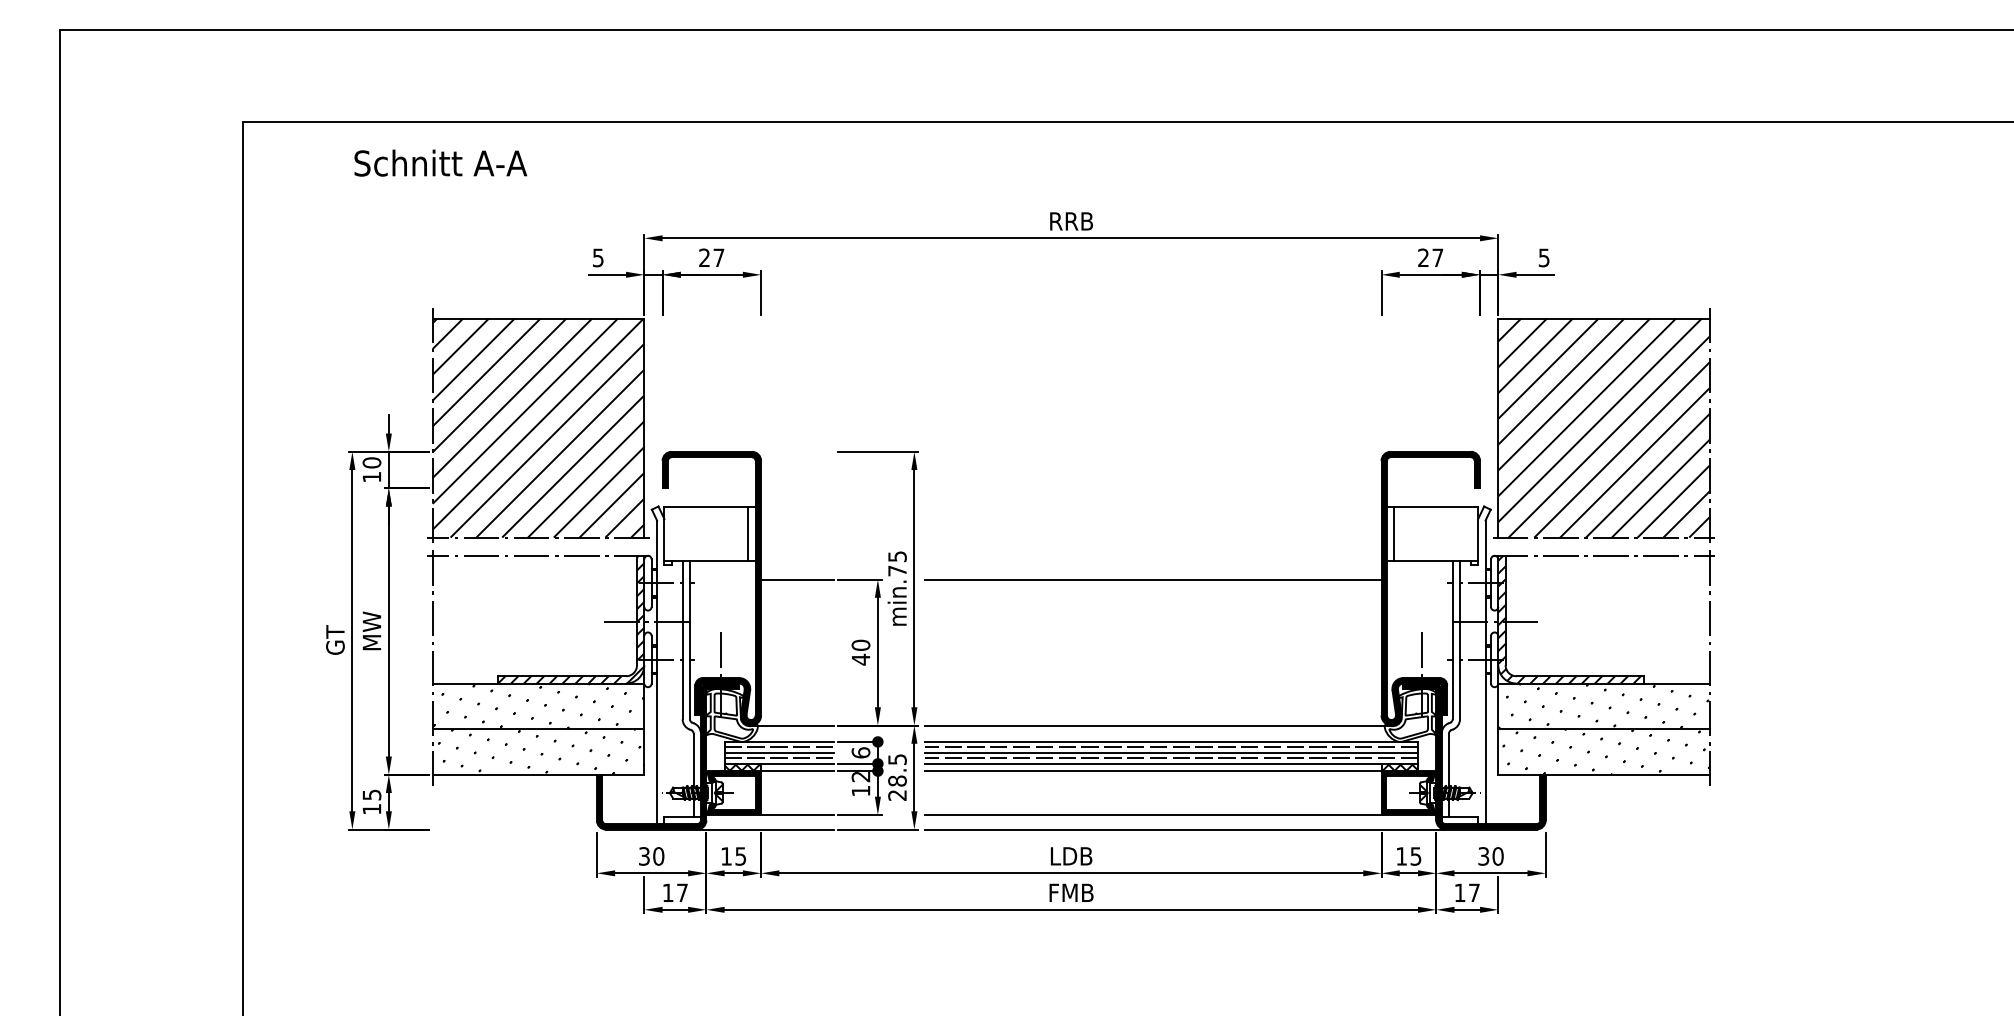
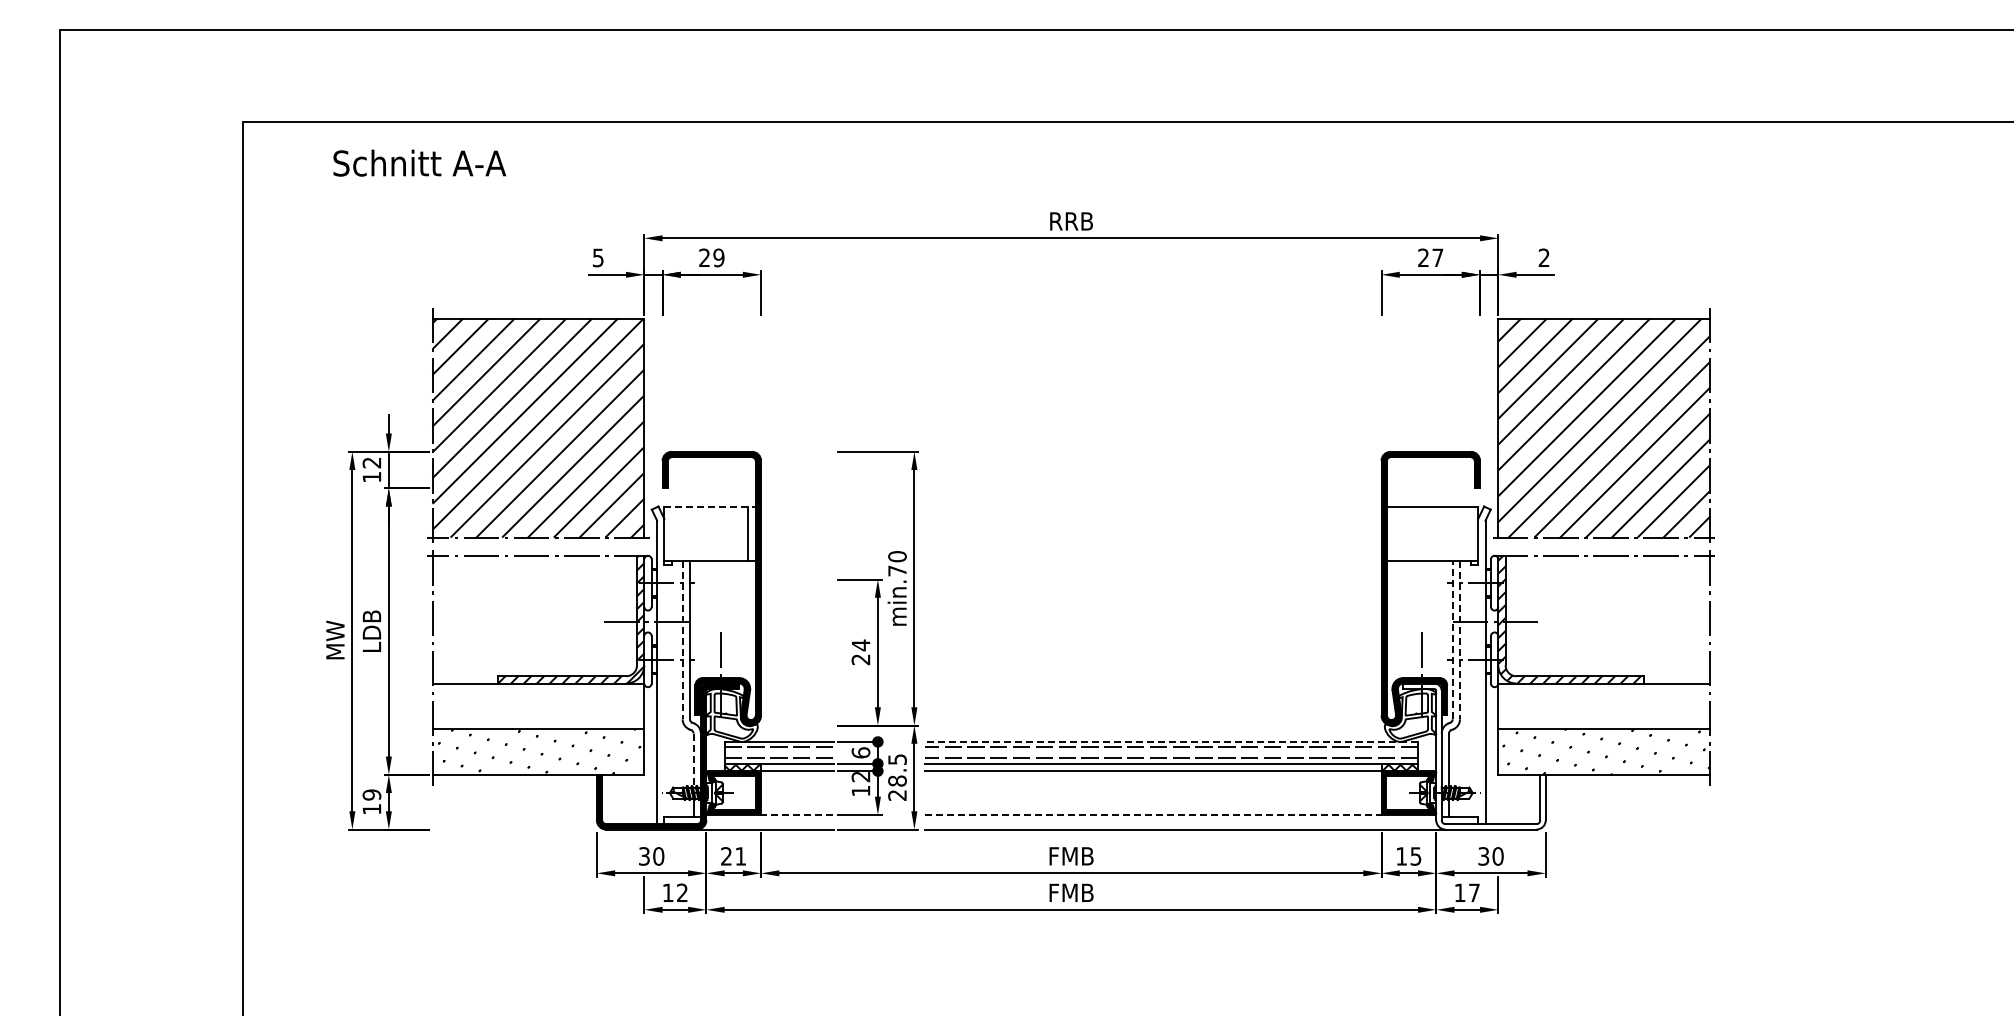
text at (440, 162) position: (440, 162) -> (419, 162)
text at (718, 257): 27 -> 29
text at (1543, 257): 5 -> 2
text at (371, 462): 10 -> 12
line at (710, 506): solid -> dashed
line at (1394, 533): present -> none
text at (897, 556): min.75 -> min.70
line at (797, 579): present -> none
line at (1153, 579): present -> none
text at (371, 630): MW -> LDB
text at (335, 639): GT -> MW
line at (1452, 639): solid -> dashed
line at (682, 640): solid -> dashed
line at (1459, 640): solid -> dashed
text at (860, 652): 40 -> 24
hatch at (538, 706): present -> none
hatch at (1603, 706): present -> none
line at (792, 725): present -> none
line at (1158, 725): present -> none
line at (1171, 741): solid -> dashed
line at (779, 752): present -> none
line at (1171, 752): present -> none
fill at (1474, 756): present -> none
line at (693, 761): solid -> dashed
text at (371, 794): 15 -> 19
line at (797, 814): solid -> dashed
line at (1153, 814): solid -> dashed
text at (733, 856): 15 -> 21
text at (1071, 856): LDB -> FMB
text at (682, 892): 17 -> 12
